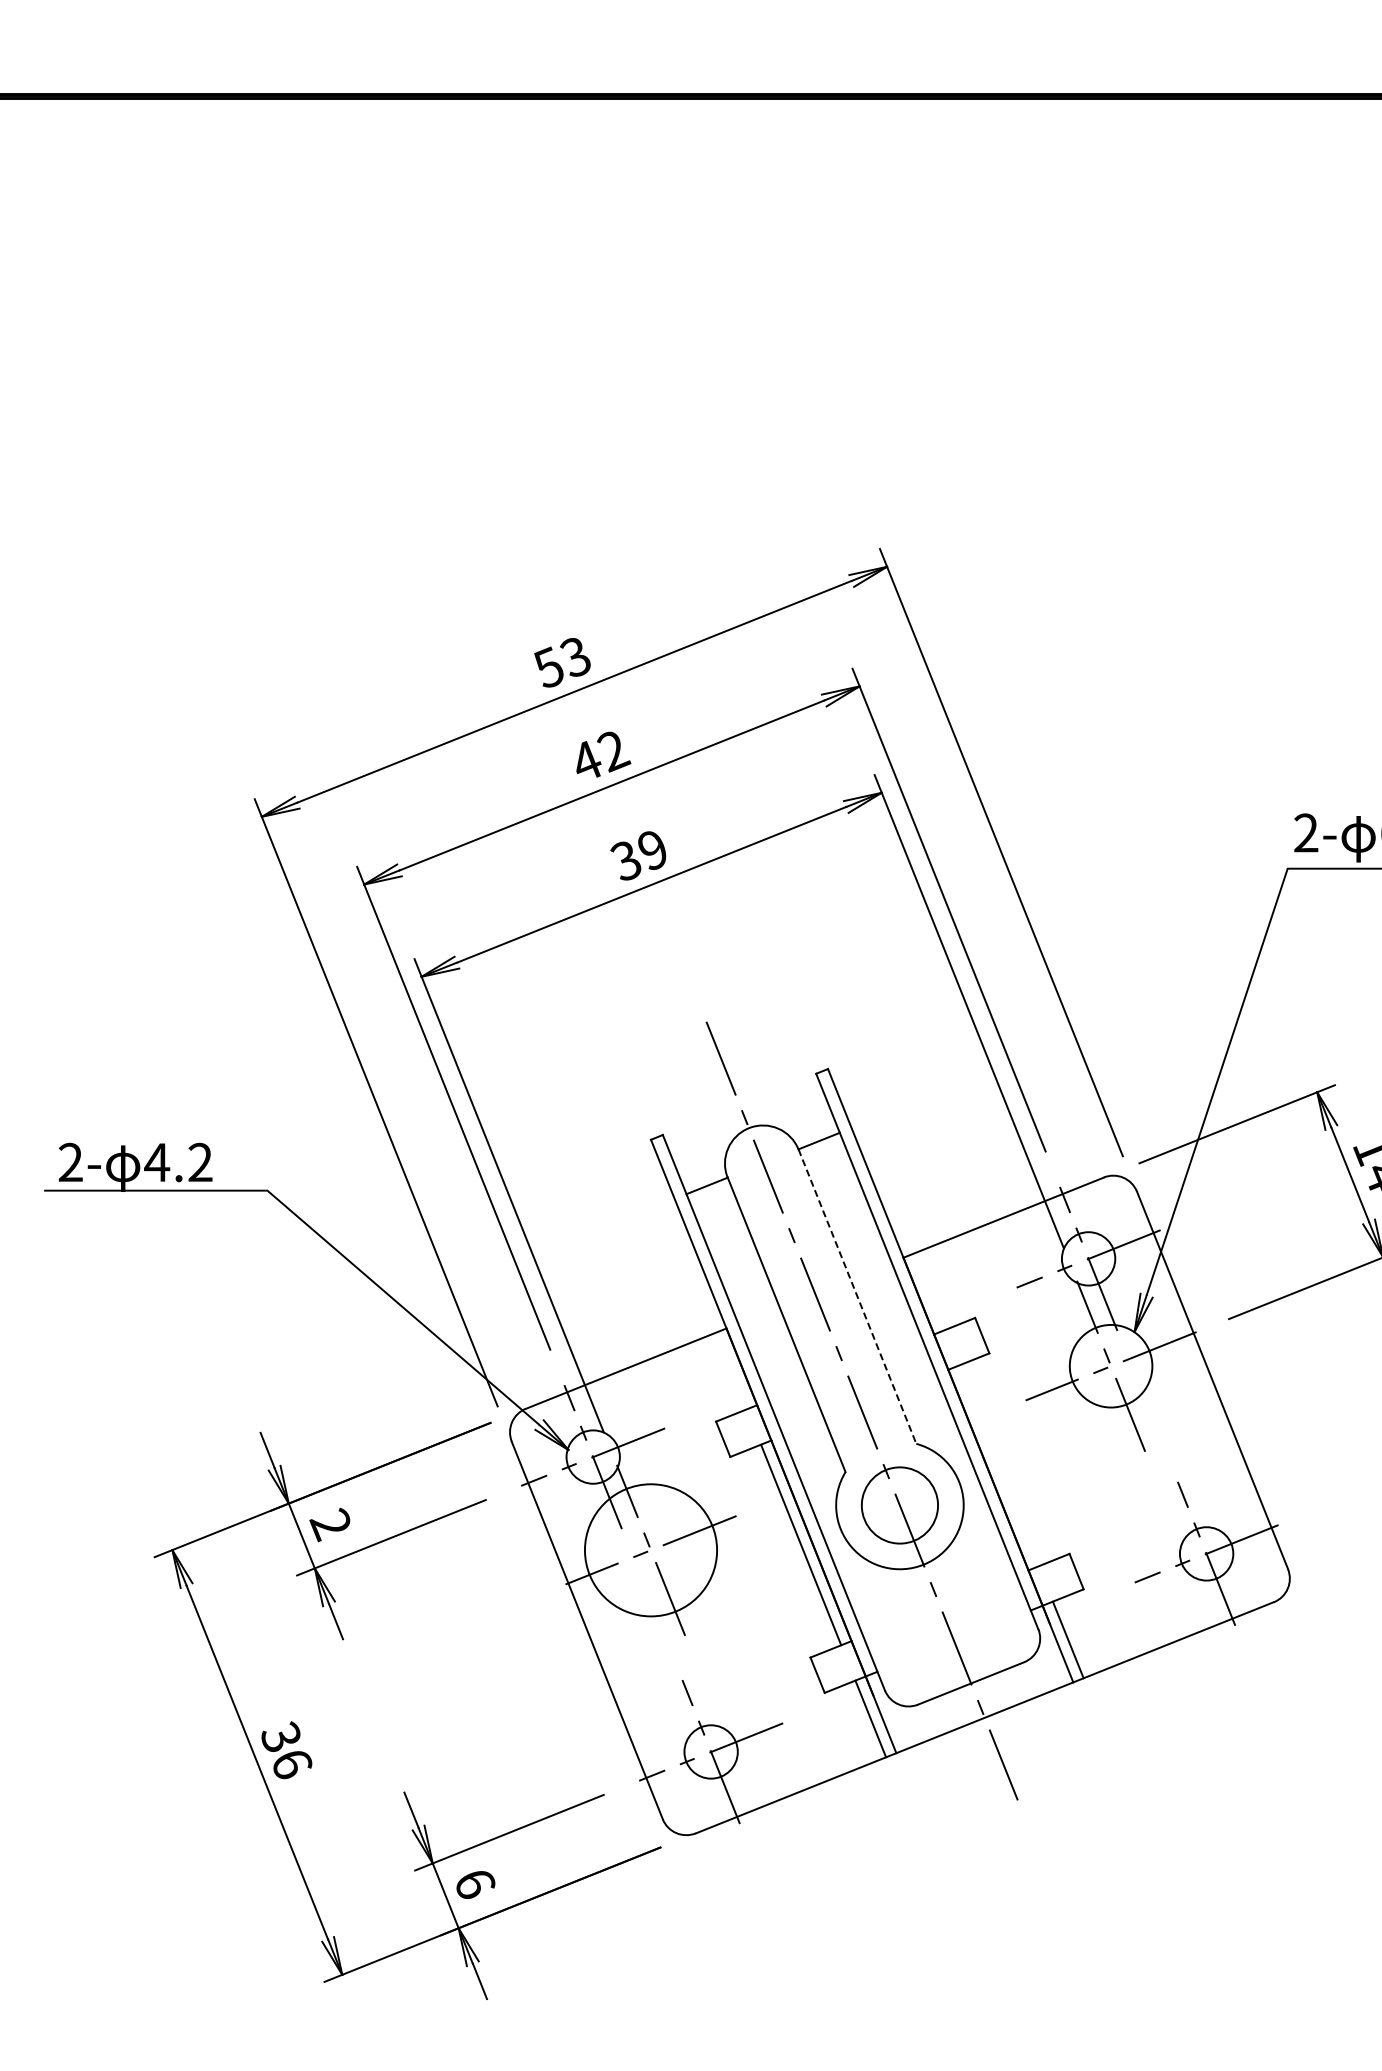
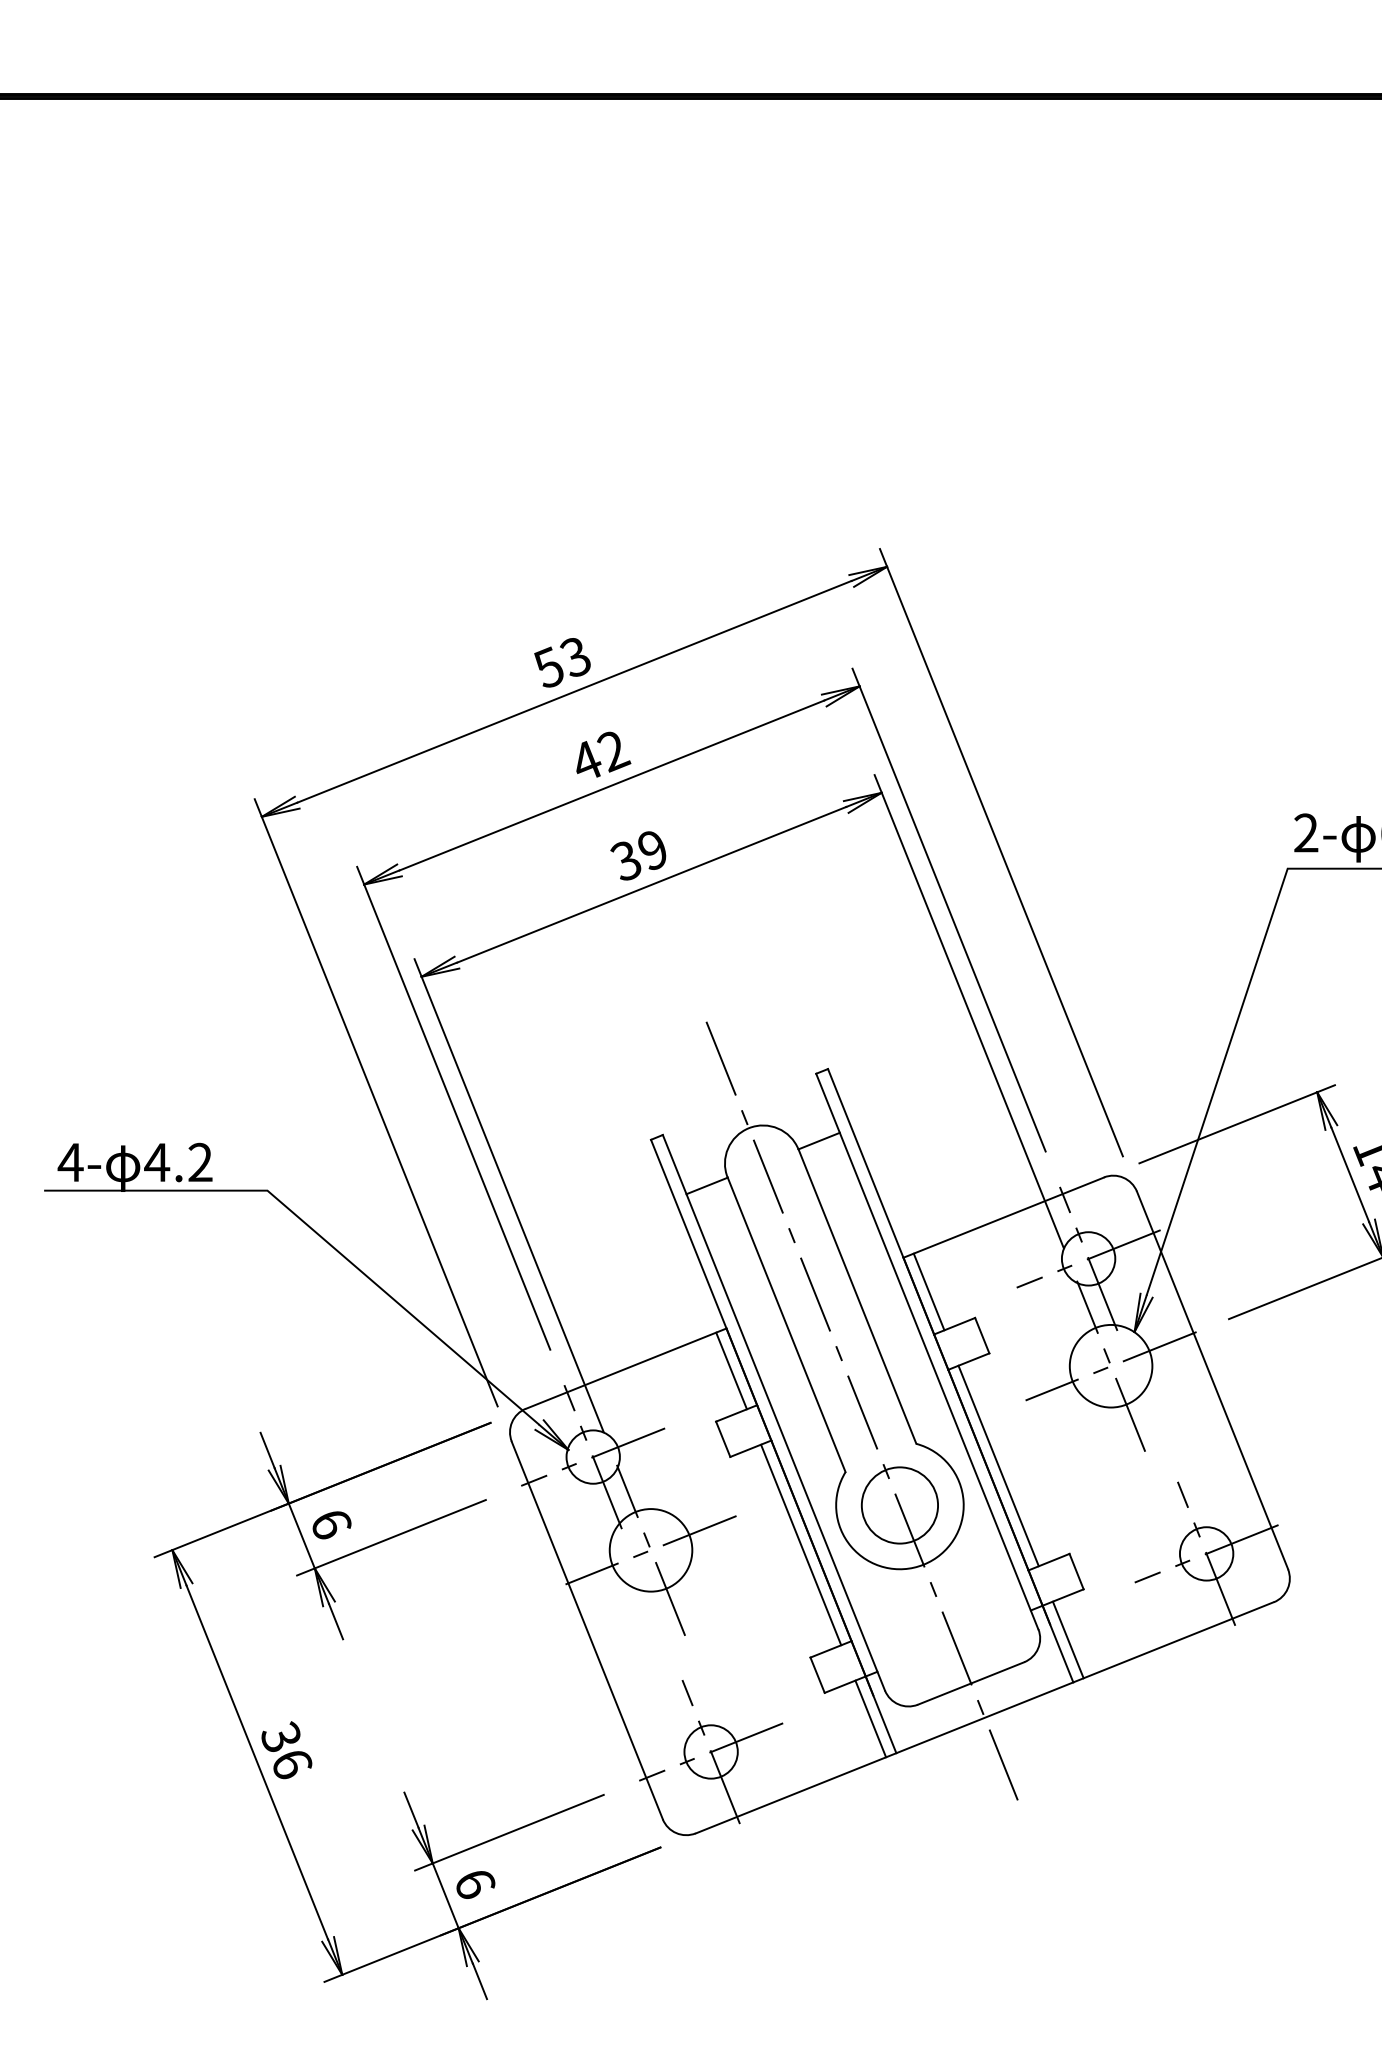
text at (70, 1161): 2- -> 4-
line at (928, 1291): none -> present
line at (857, 1296): dashed -> solid
line at (731, 1370): none -> present
line at (998, 1465): none -> present
text at (330, 1524): 2 -> 6
circle at (650, 1550) diameter: 132 px -> 83 px
